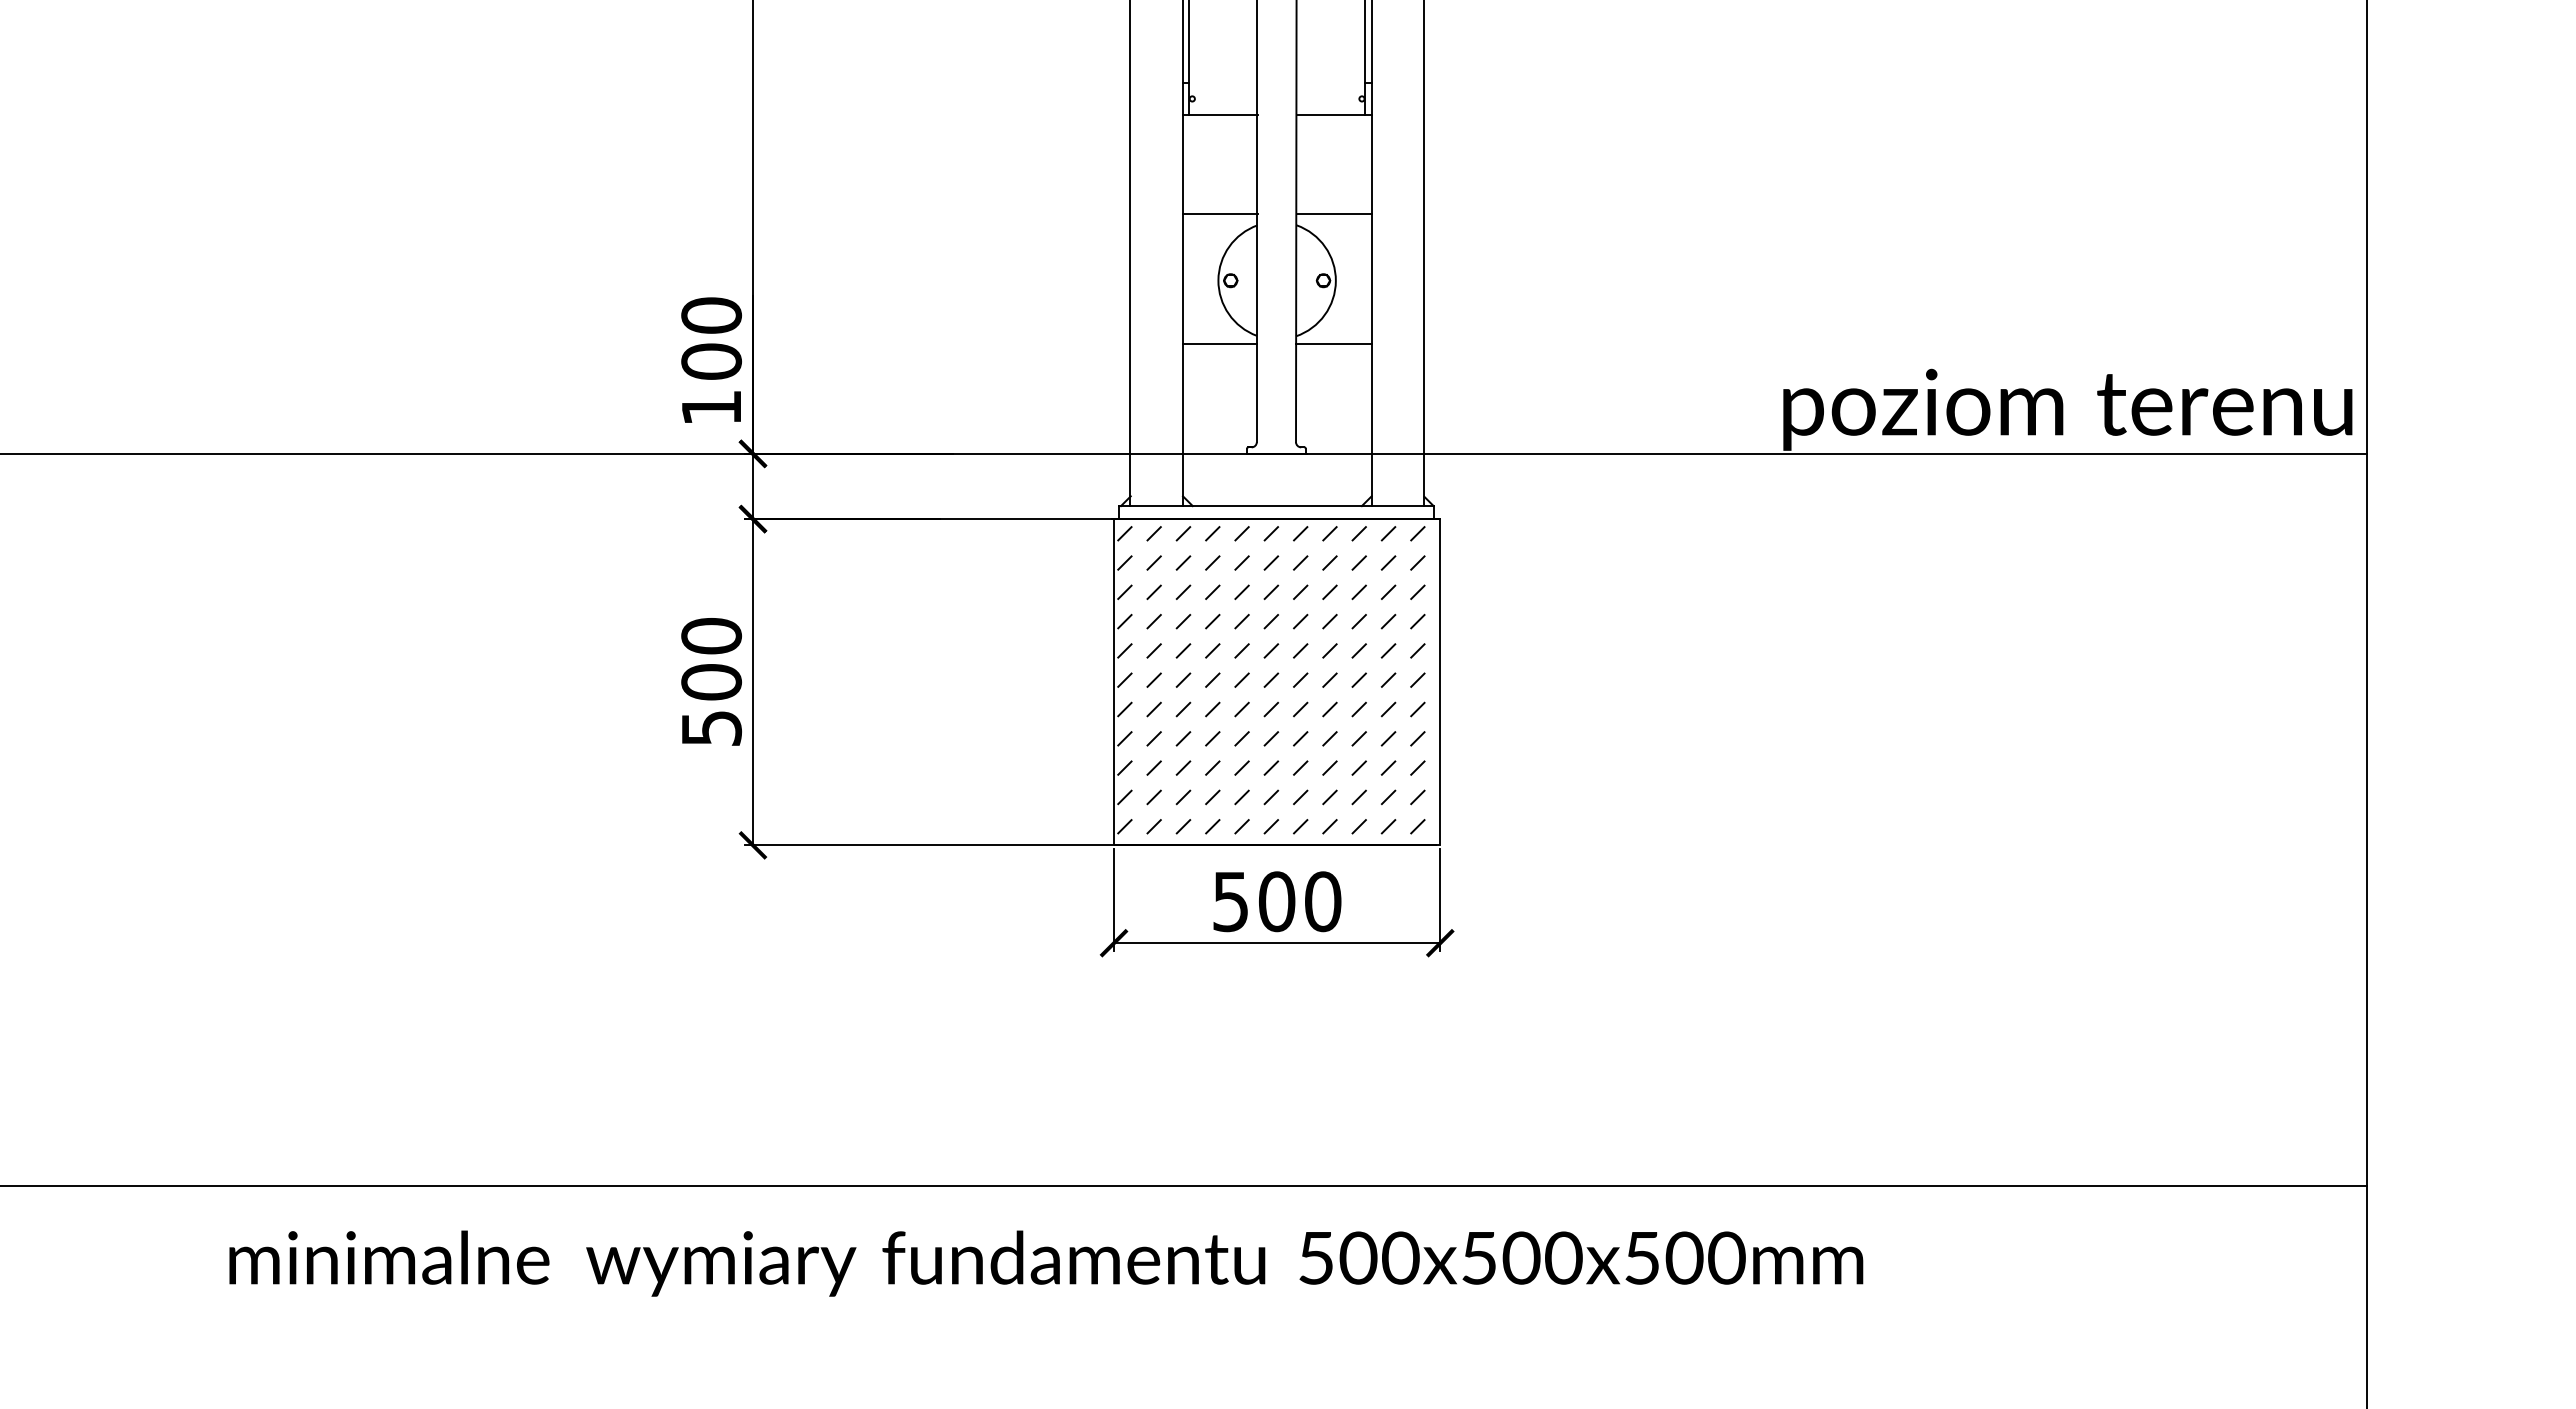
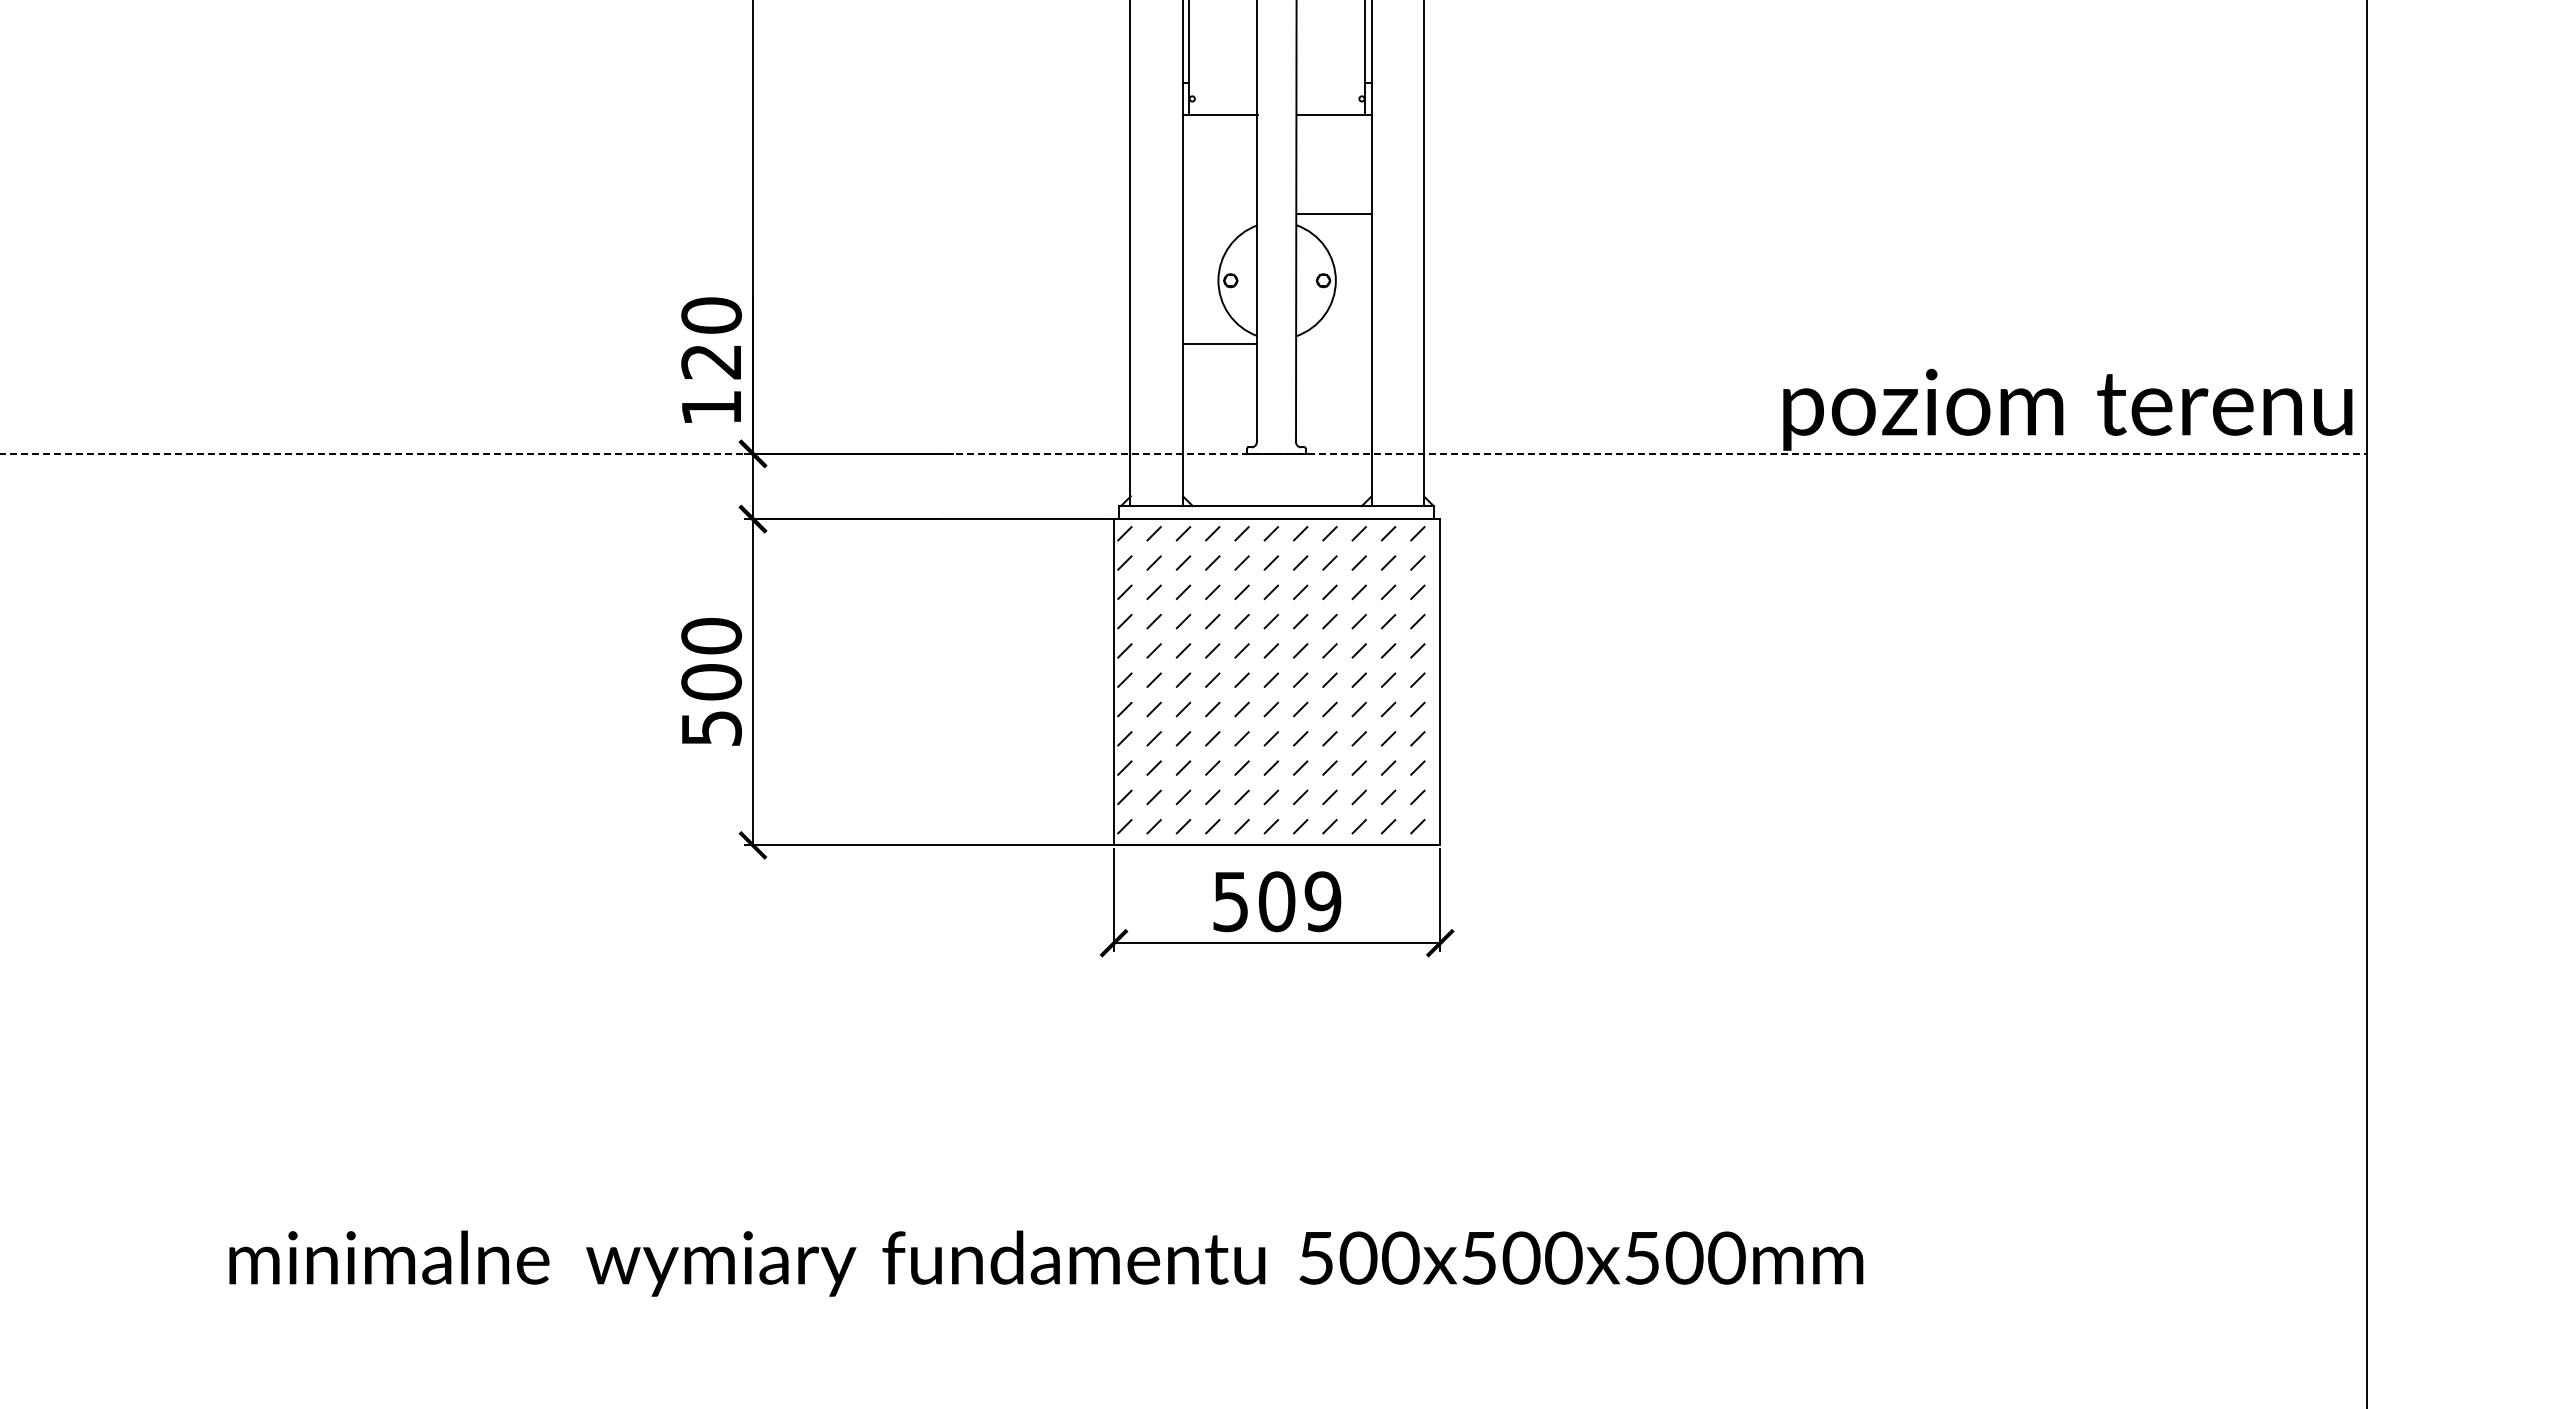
line at (1219, 213): present -> none
line at (1333, 344): present -> none
text at (711, 361): 100 -> 120
line at (1183, 453): solid -> dashed
text at (1322, 901): 500 -> 509
line at (1184, 1186): present -> none
